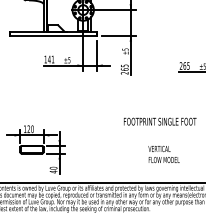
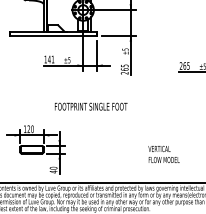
text at (160, 121) position: (160, 121) -> (91, 106)
